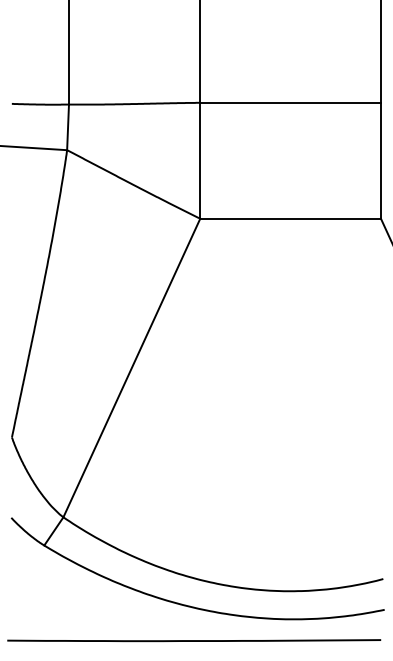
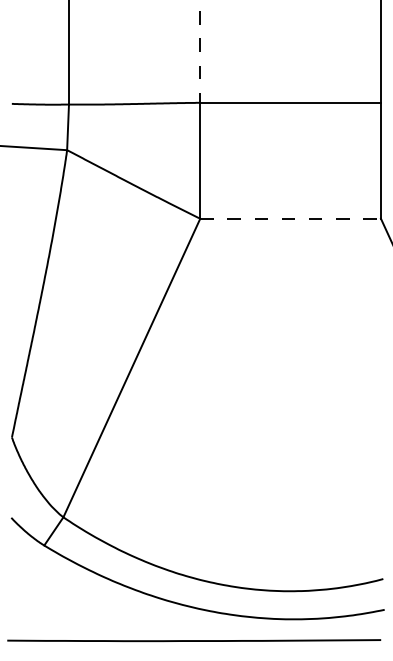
line at (200, 51): solid -> dashed
line at (291, 218): solid -> dashed
